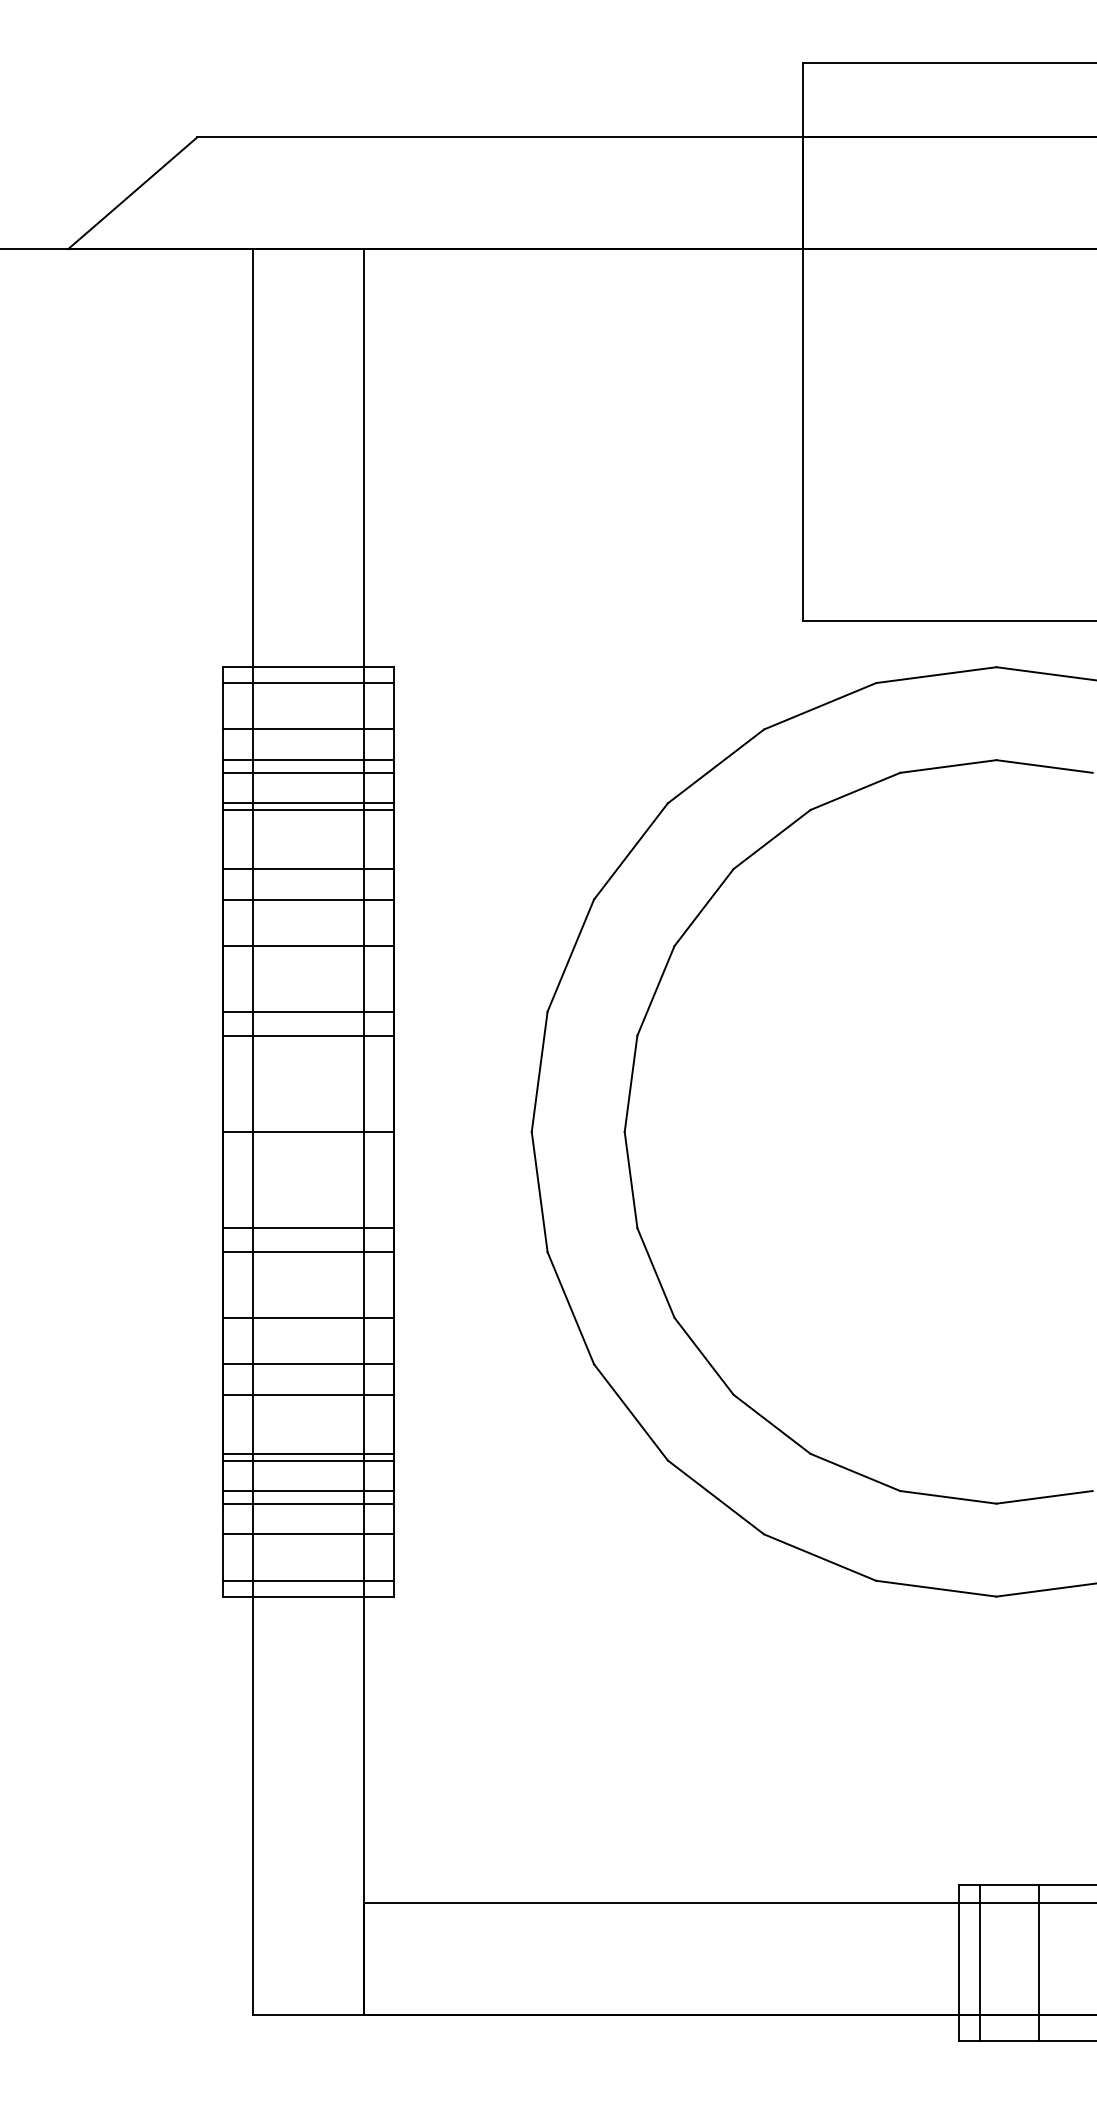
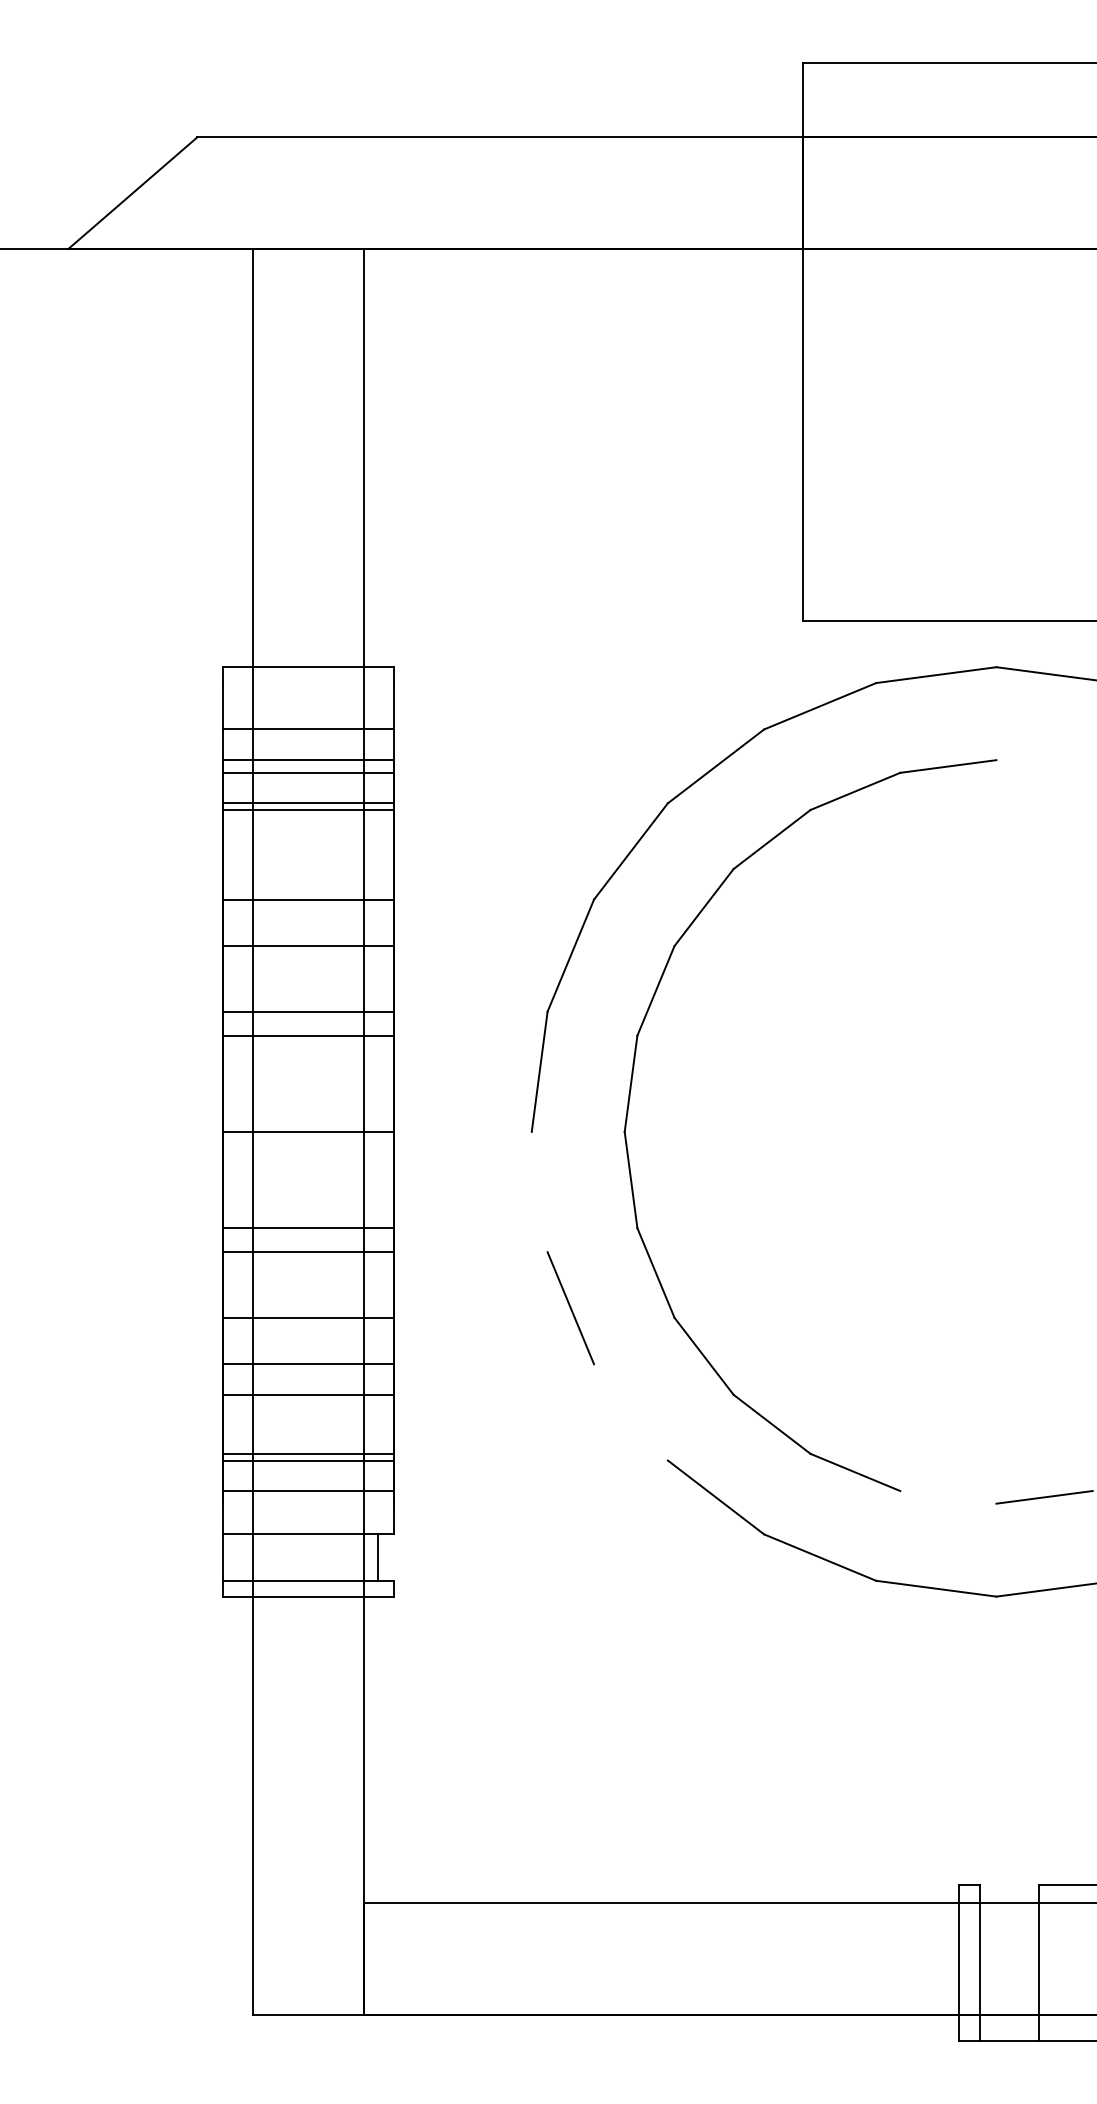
line at (308, 683): present -> none
line at (1044, 766): present -> none
line at (308, 869): present -> none
line at (539, 1191): present -> none
line at (630, 1412): present -> none
line at (948, 1497): present -> none
line at (308, 1503): present -> none
line at (394, 1557) position: (394, 1557) -> (378, 1557)
line at (1009, 1884): present -> none
